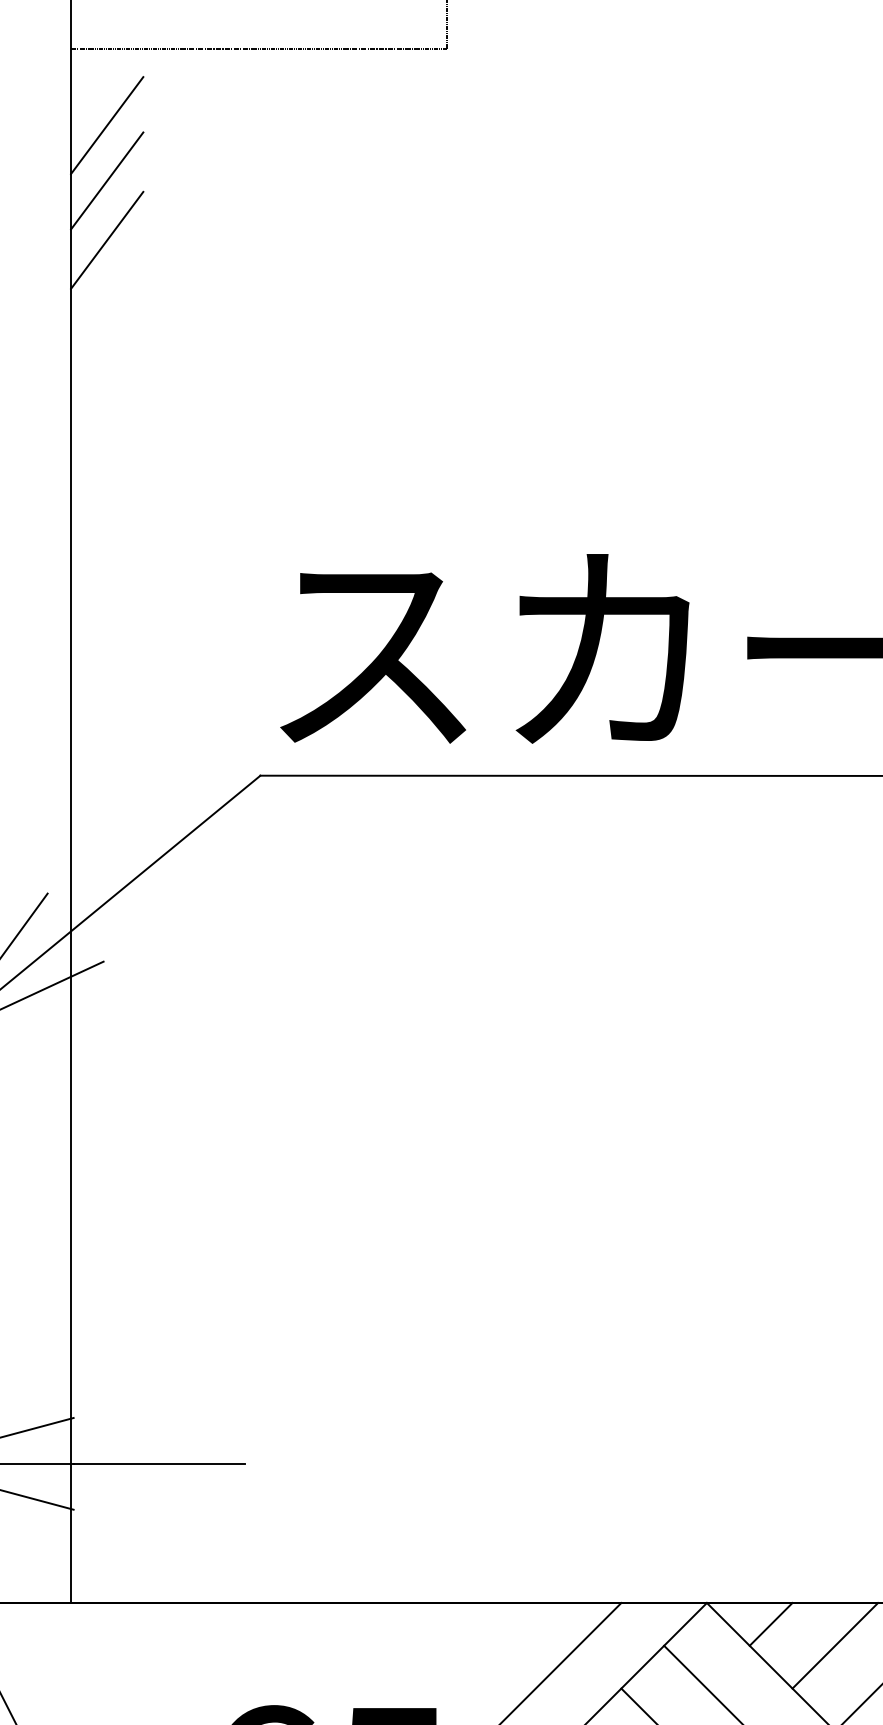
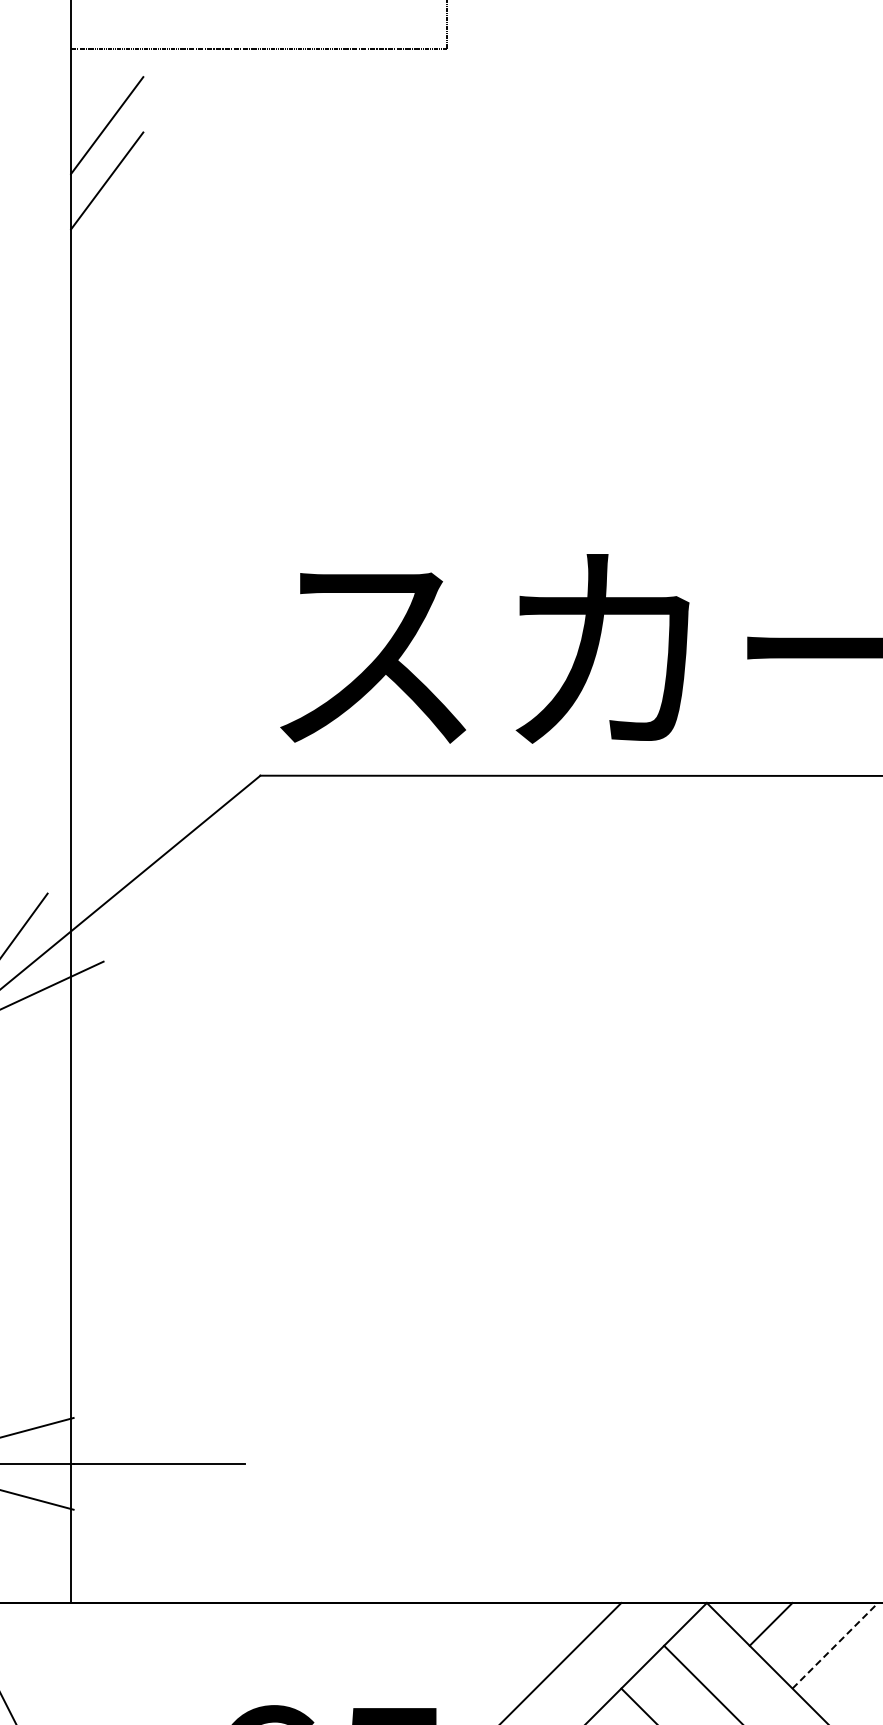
line at (107, 239): present -> none
line at (835, 1645): solid -> dashed
line at (862, 1703): present -> none
